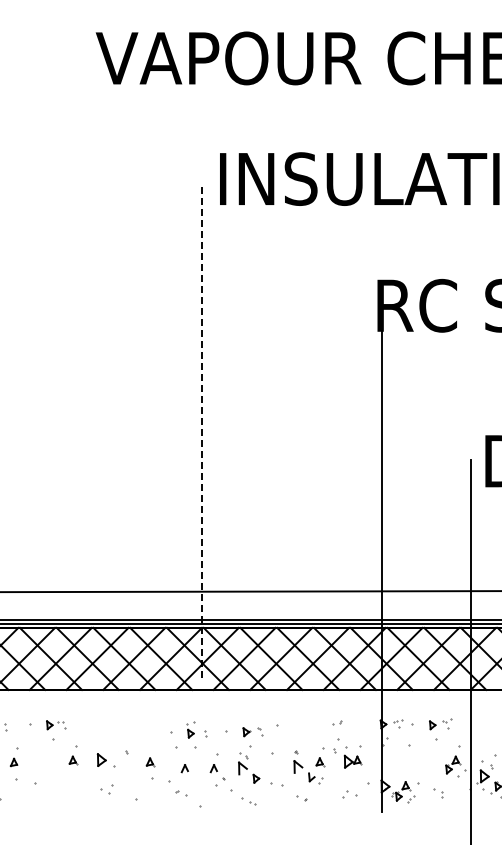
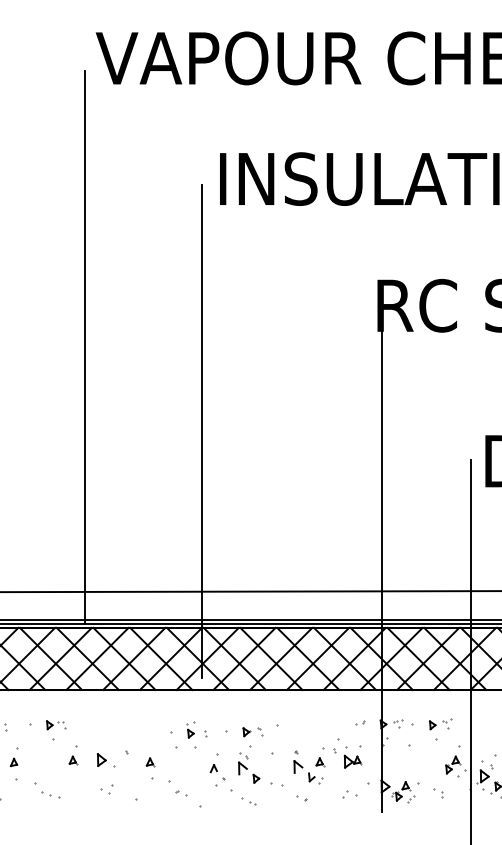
line at (85, 347): none -> present
line at (202, 431): dashed -> solid
part at (337, 722) position: (337, 722) -> (360, 722)
part at (184, 768): present -> none
part at (50, 794): none -> present
